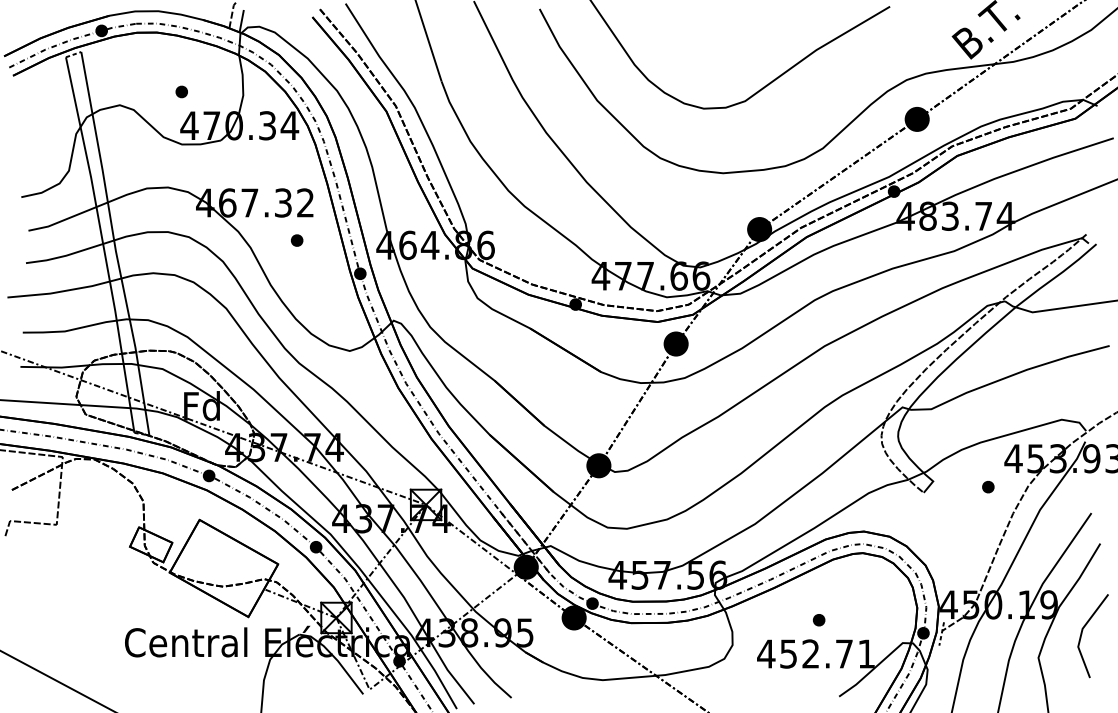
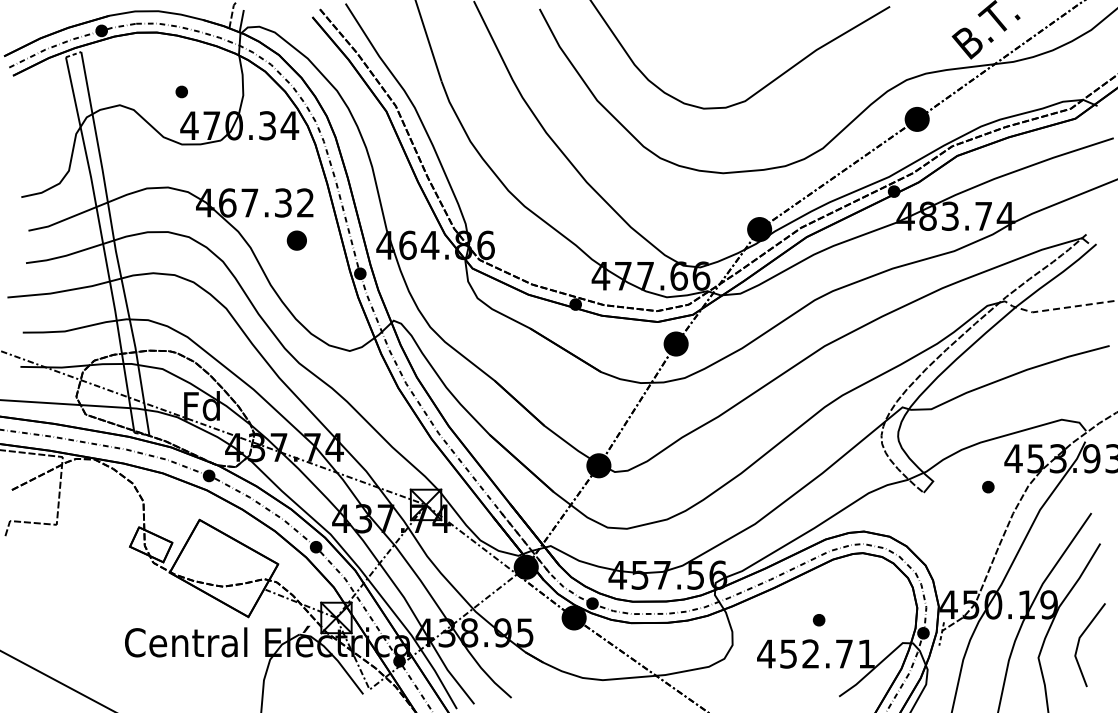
part at (297, 240) size: 13x13 px -> 21x21 px
line at (1058, 308): solid -> dashed
line at (1082, 634) position: (1082, 634) -> (1079, 643)
